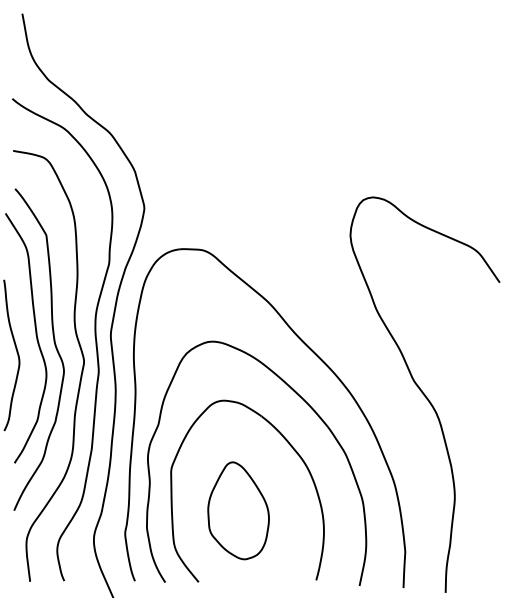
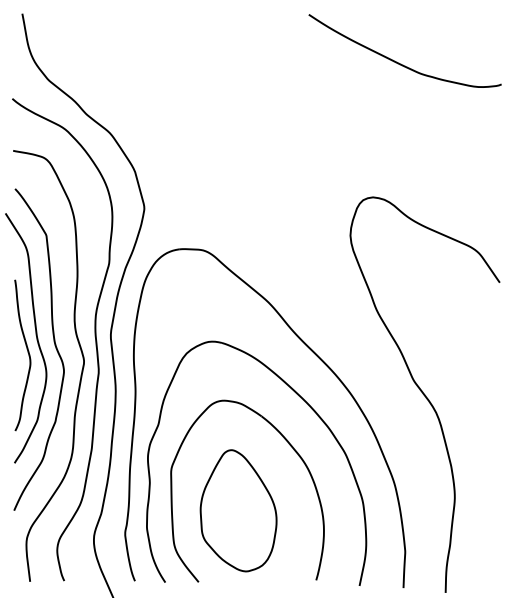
curve at (401, 63): none -> present
curve at (16, 352) position: (16, 352) -> (27, 352)
part at (238, 510) size: 63x100 px -> 79x124 px
